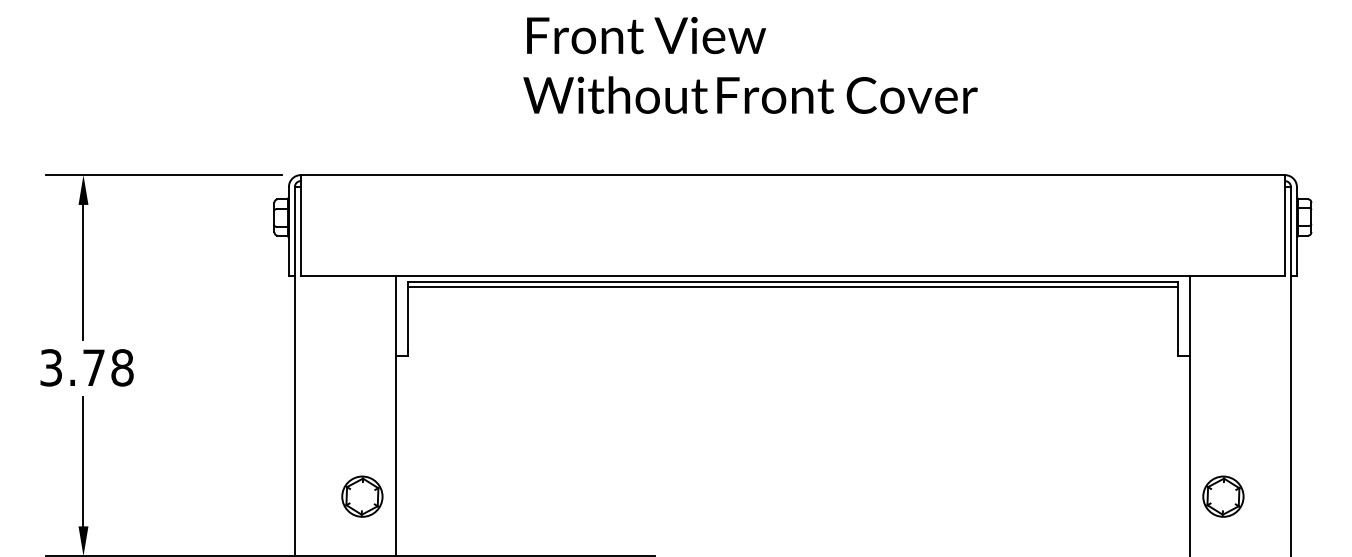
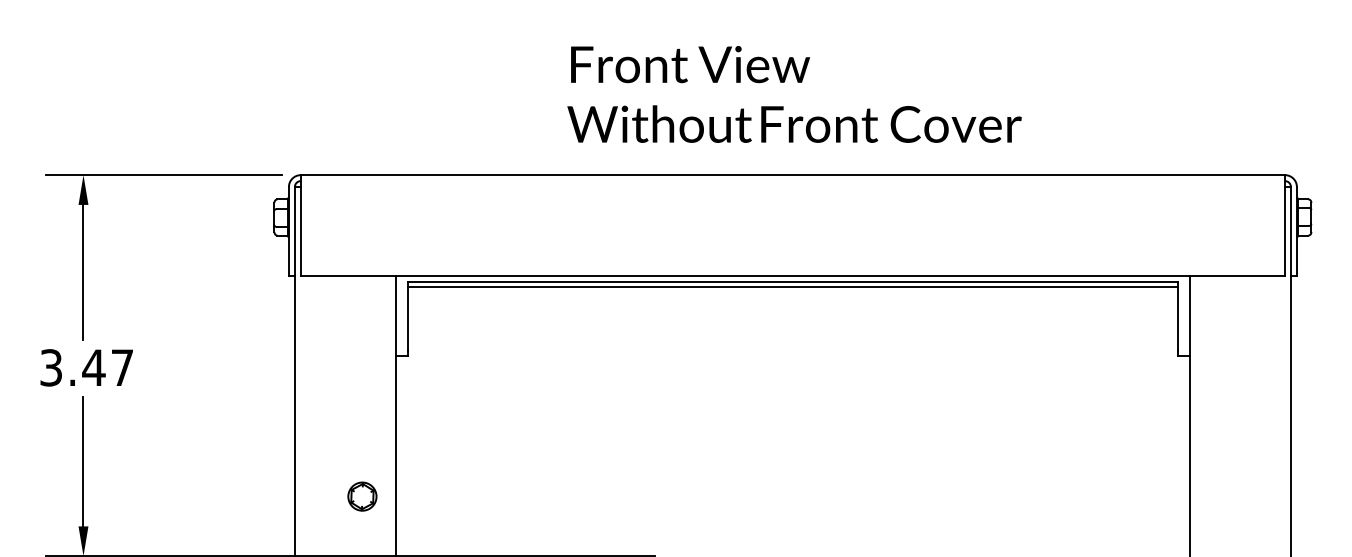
text at (750, 65) position: (750, 65) -> (794, 94)
text at (107, 367): 3.78 -> 3.47
part at (362, 496) size: 43x43 px -> 31x31 px
part at (1223, 496): present -> none
